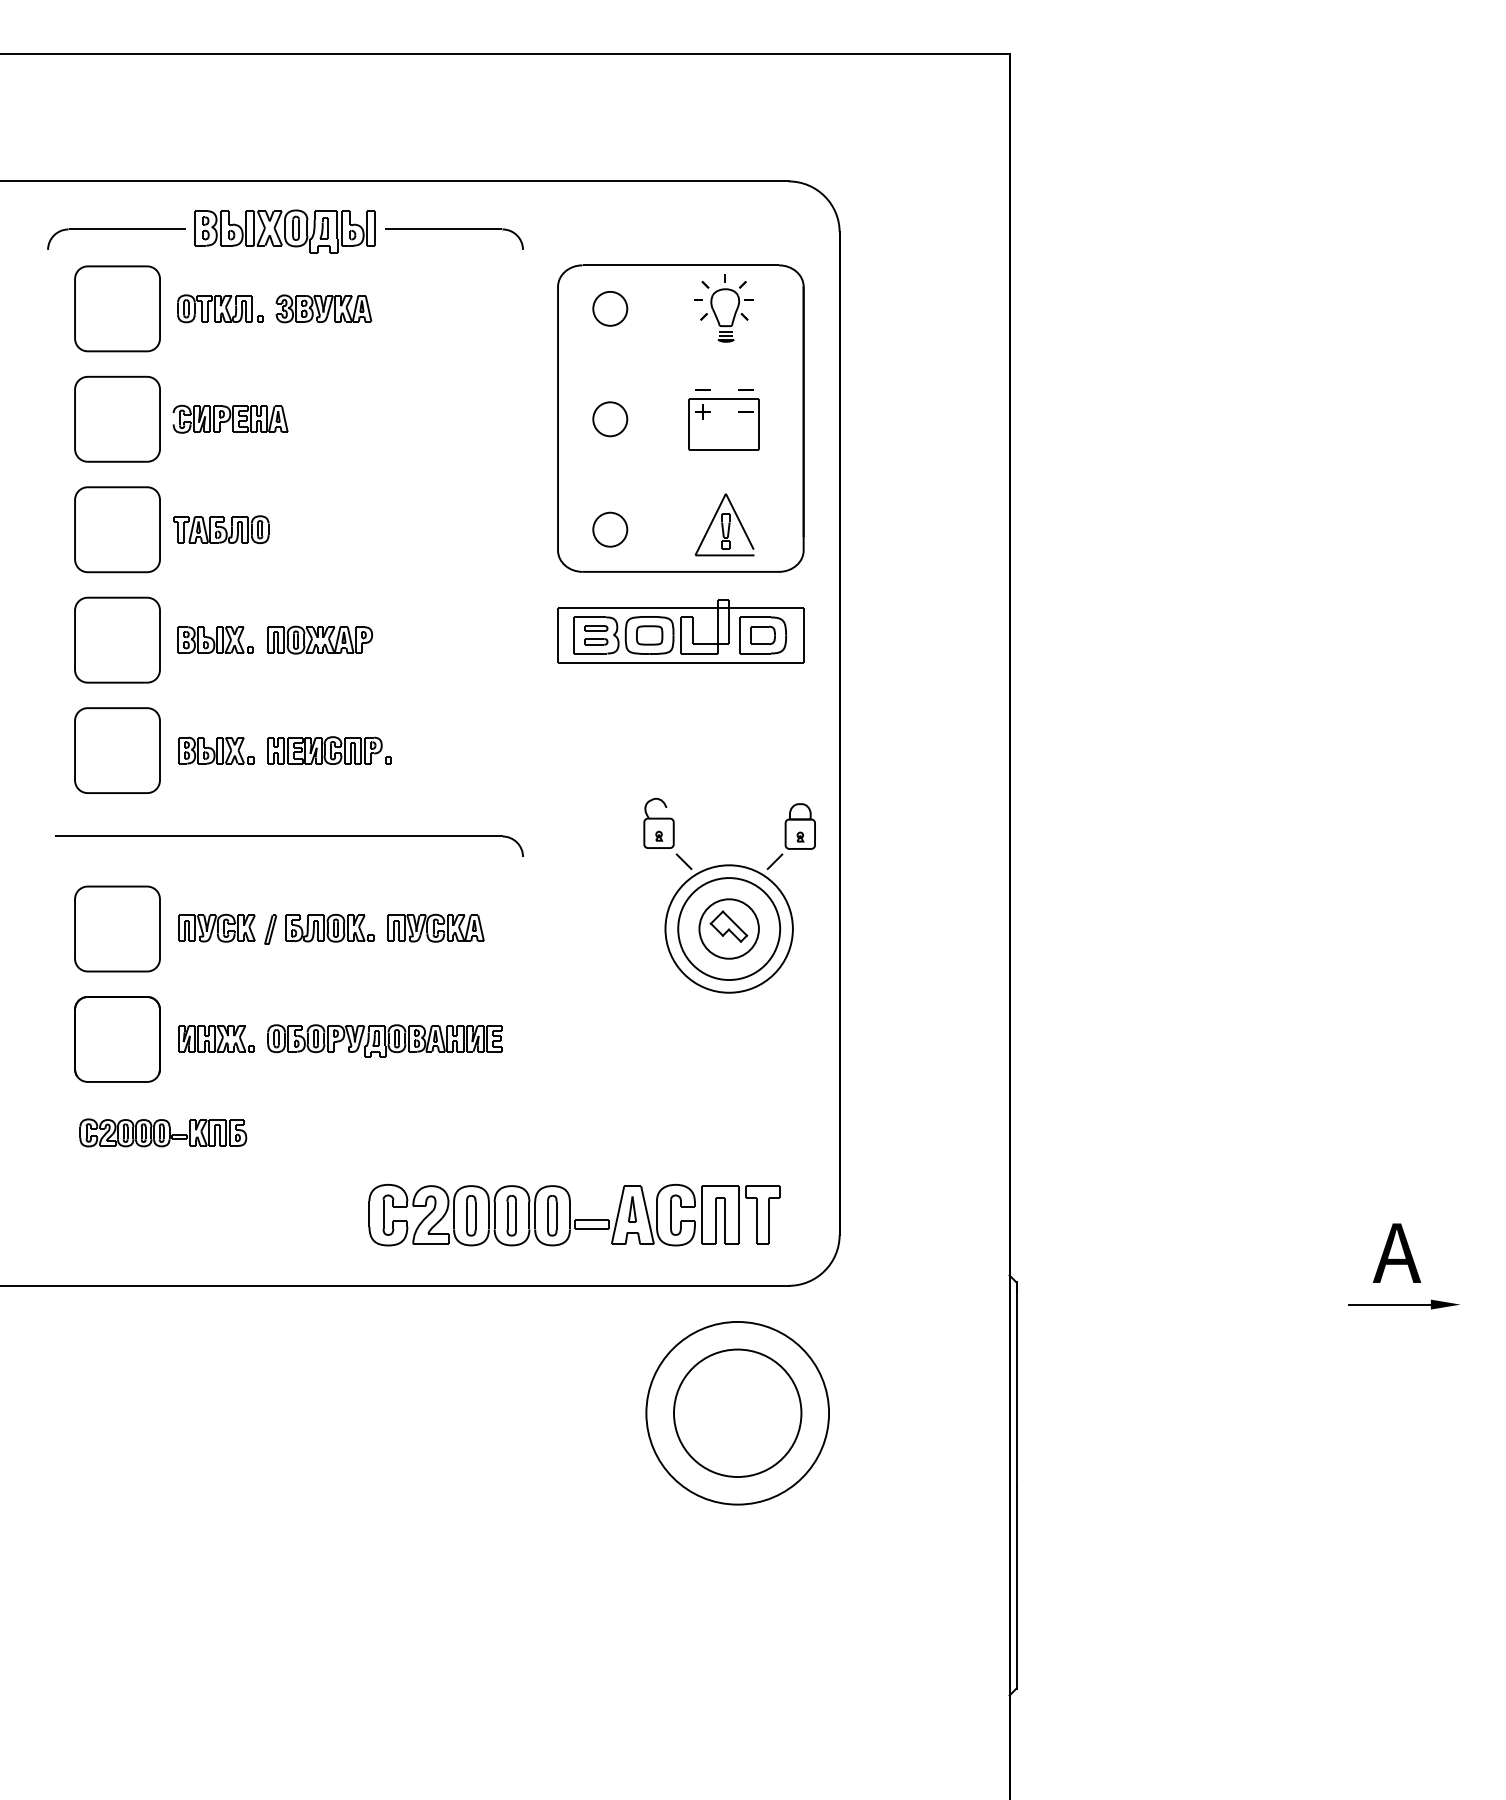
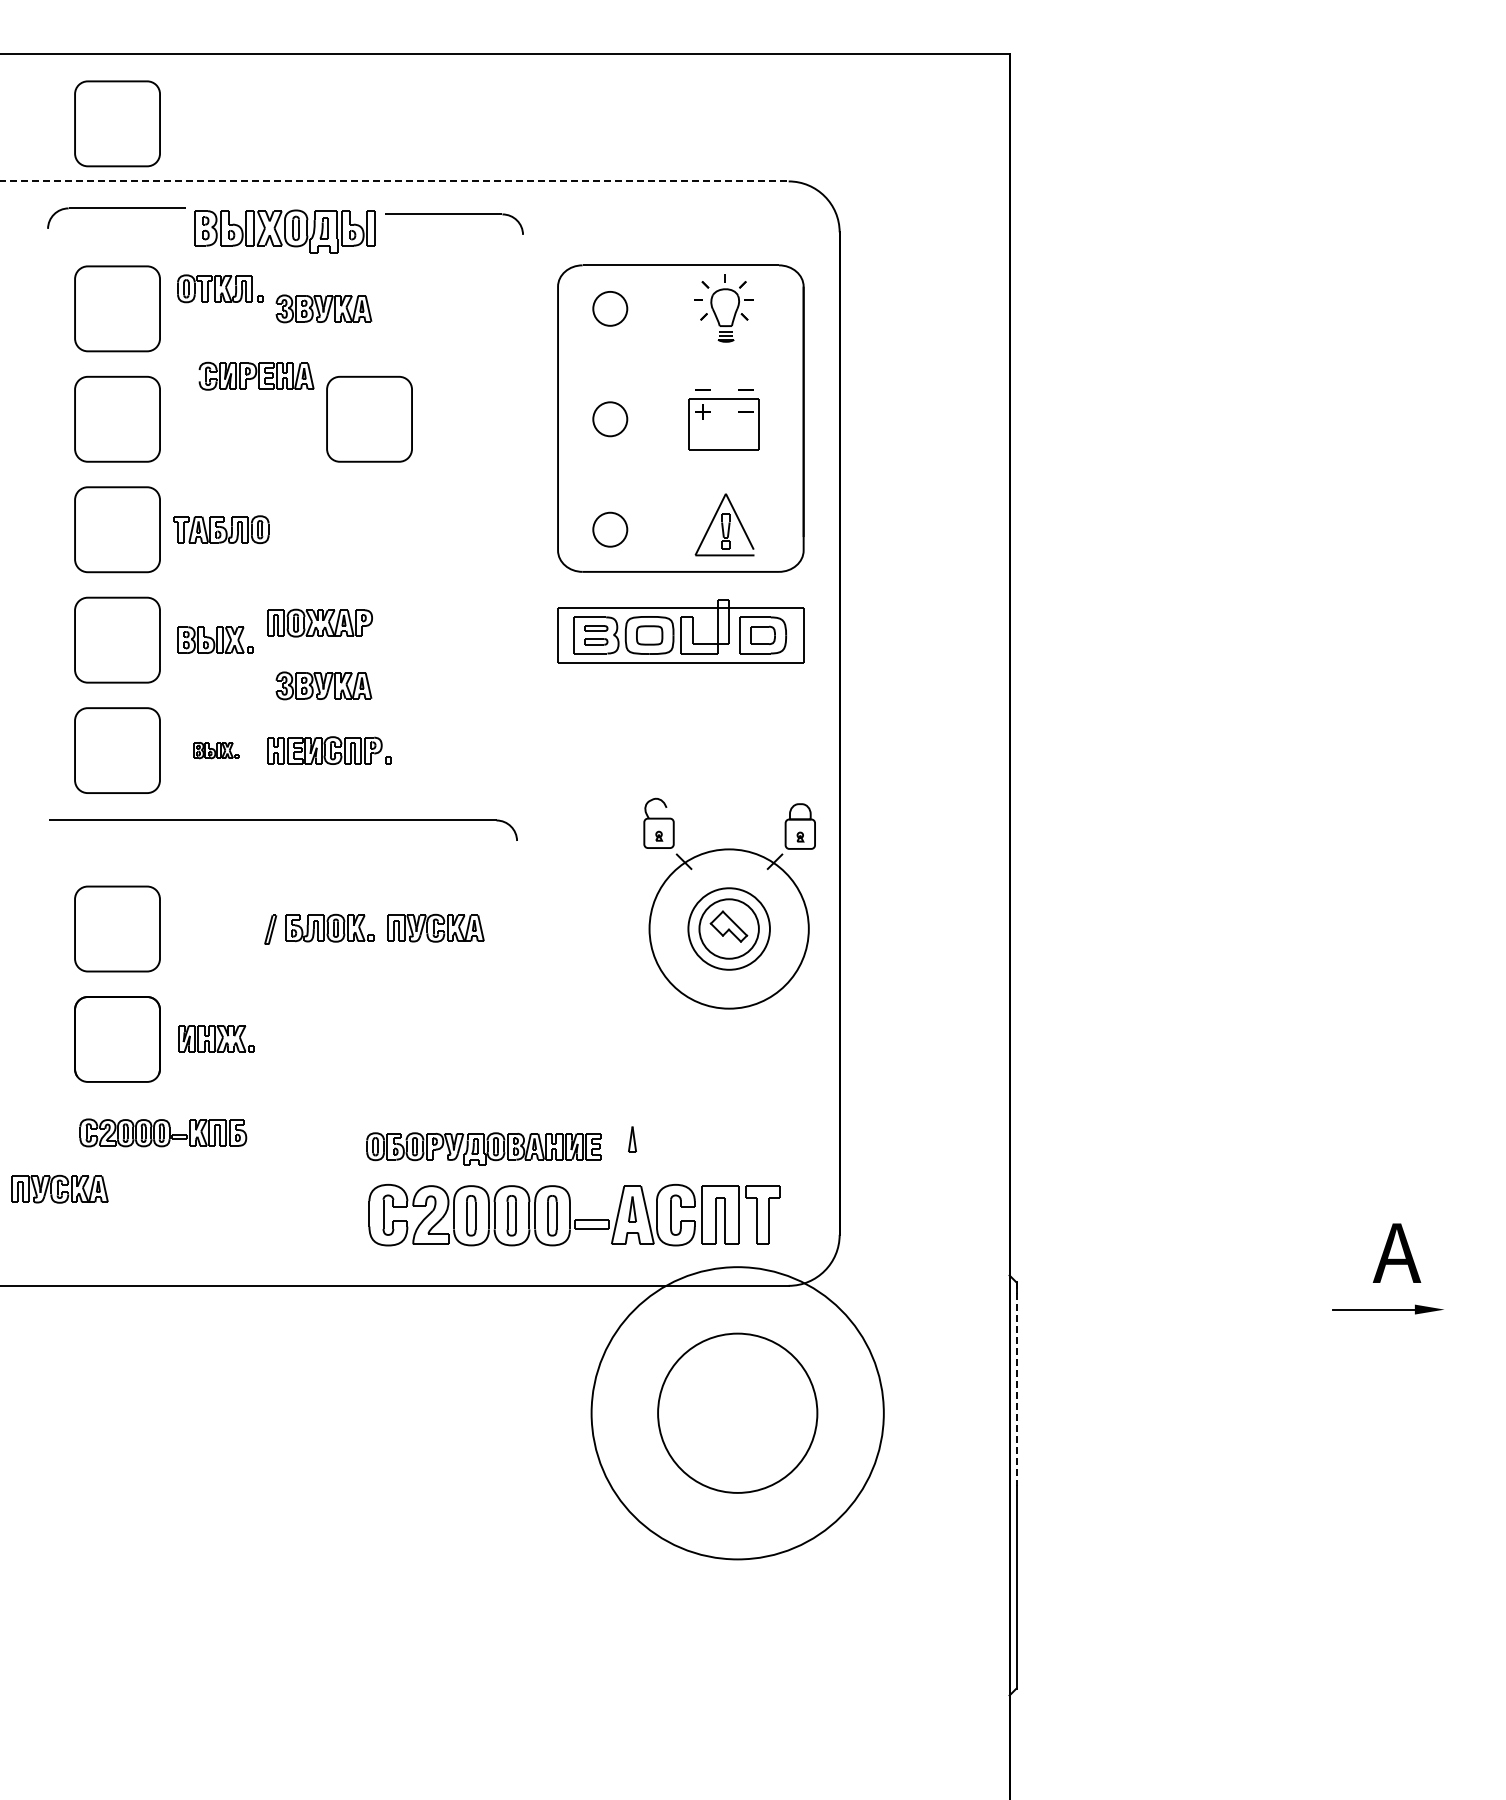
part at (117, 123): none -> present
line at (394, 181): solid -> dashed
part at (116, 229) position: (116, 229) -> (116, 208)
part at (454, 229) position: (454, 229) -> (454, 214)
part at (220, 308) position: (220, 308) -> (220, 288)
part at (230, 418) position: (230, 418) -> (256, 375)
part at (369, 418): none -> present
part at (319, 639) position: (319, 639) -> (319, 622)
part at (323, 685): none -> present
part at (216, 750) size: 77x29 px -> 47x18 px
part at (289, 836) position: (289, 836) -> (283, 820)
part at (216, 927): present -> none
circle at (728, 928) diameter: 127 px -> 159 px
circle at (729, 929) diameter: 102 px -> 82 px
part at (384, 1040) position: (384, 1040) -> (483, 1148)
part at (632, 1139): none -> present
part at (59, 1188): none -> present
part at (1403, 1304) position: (1403, 1304) -> (1387, 1309)
line at (1016, 1383): solid -> dashed
circle at (737, 1412) diameter: 183 px -> 292 px
circle at (737, 1413) diameter: 127 px -> 159 px
